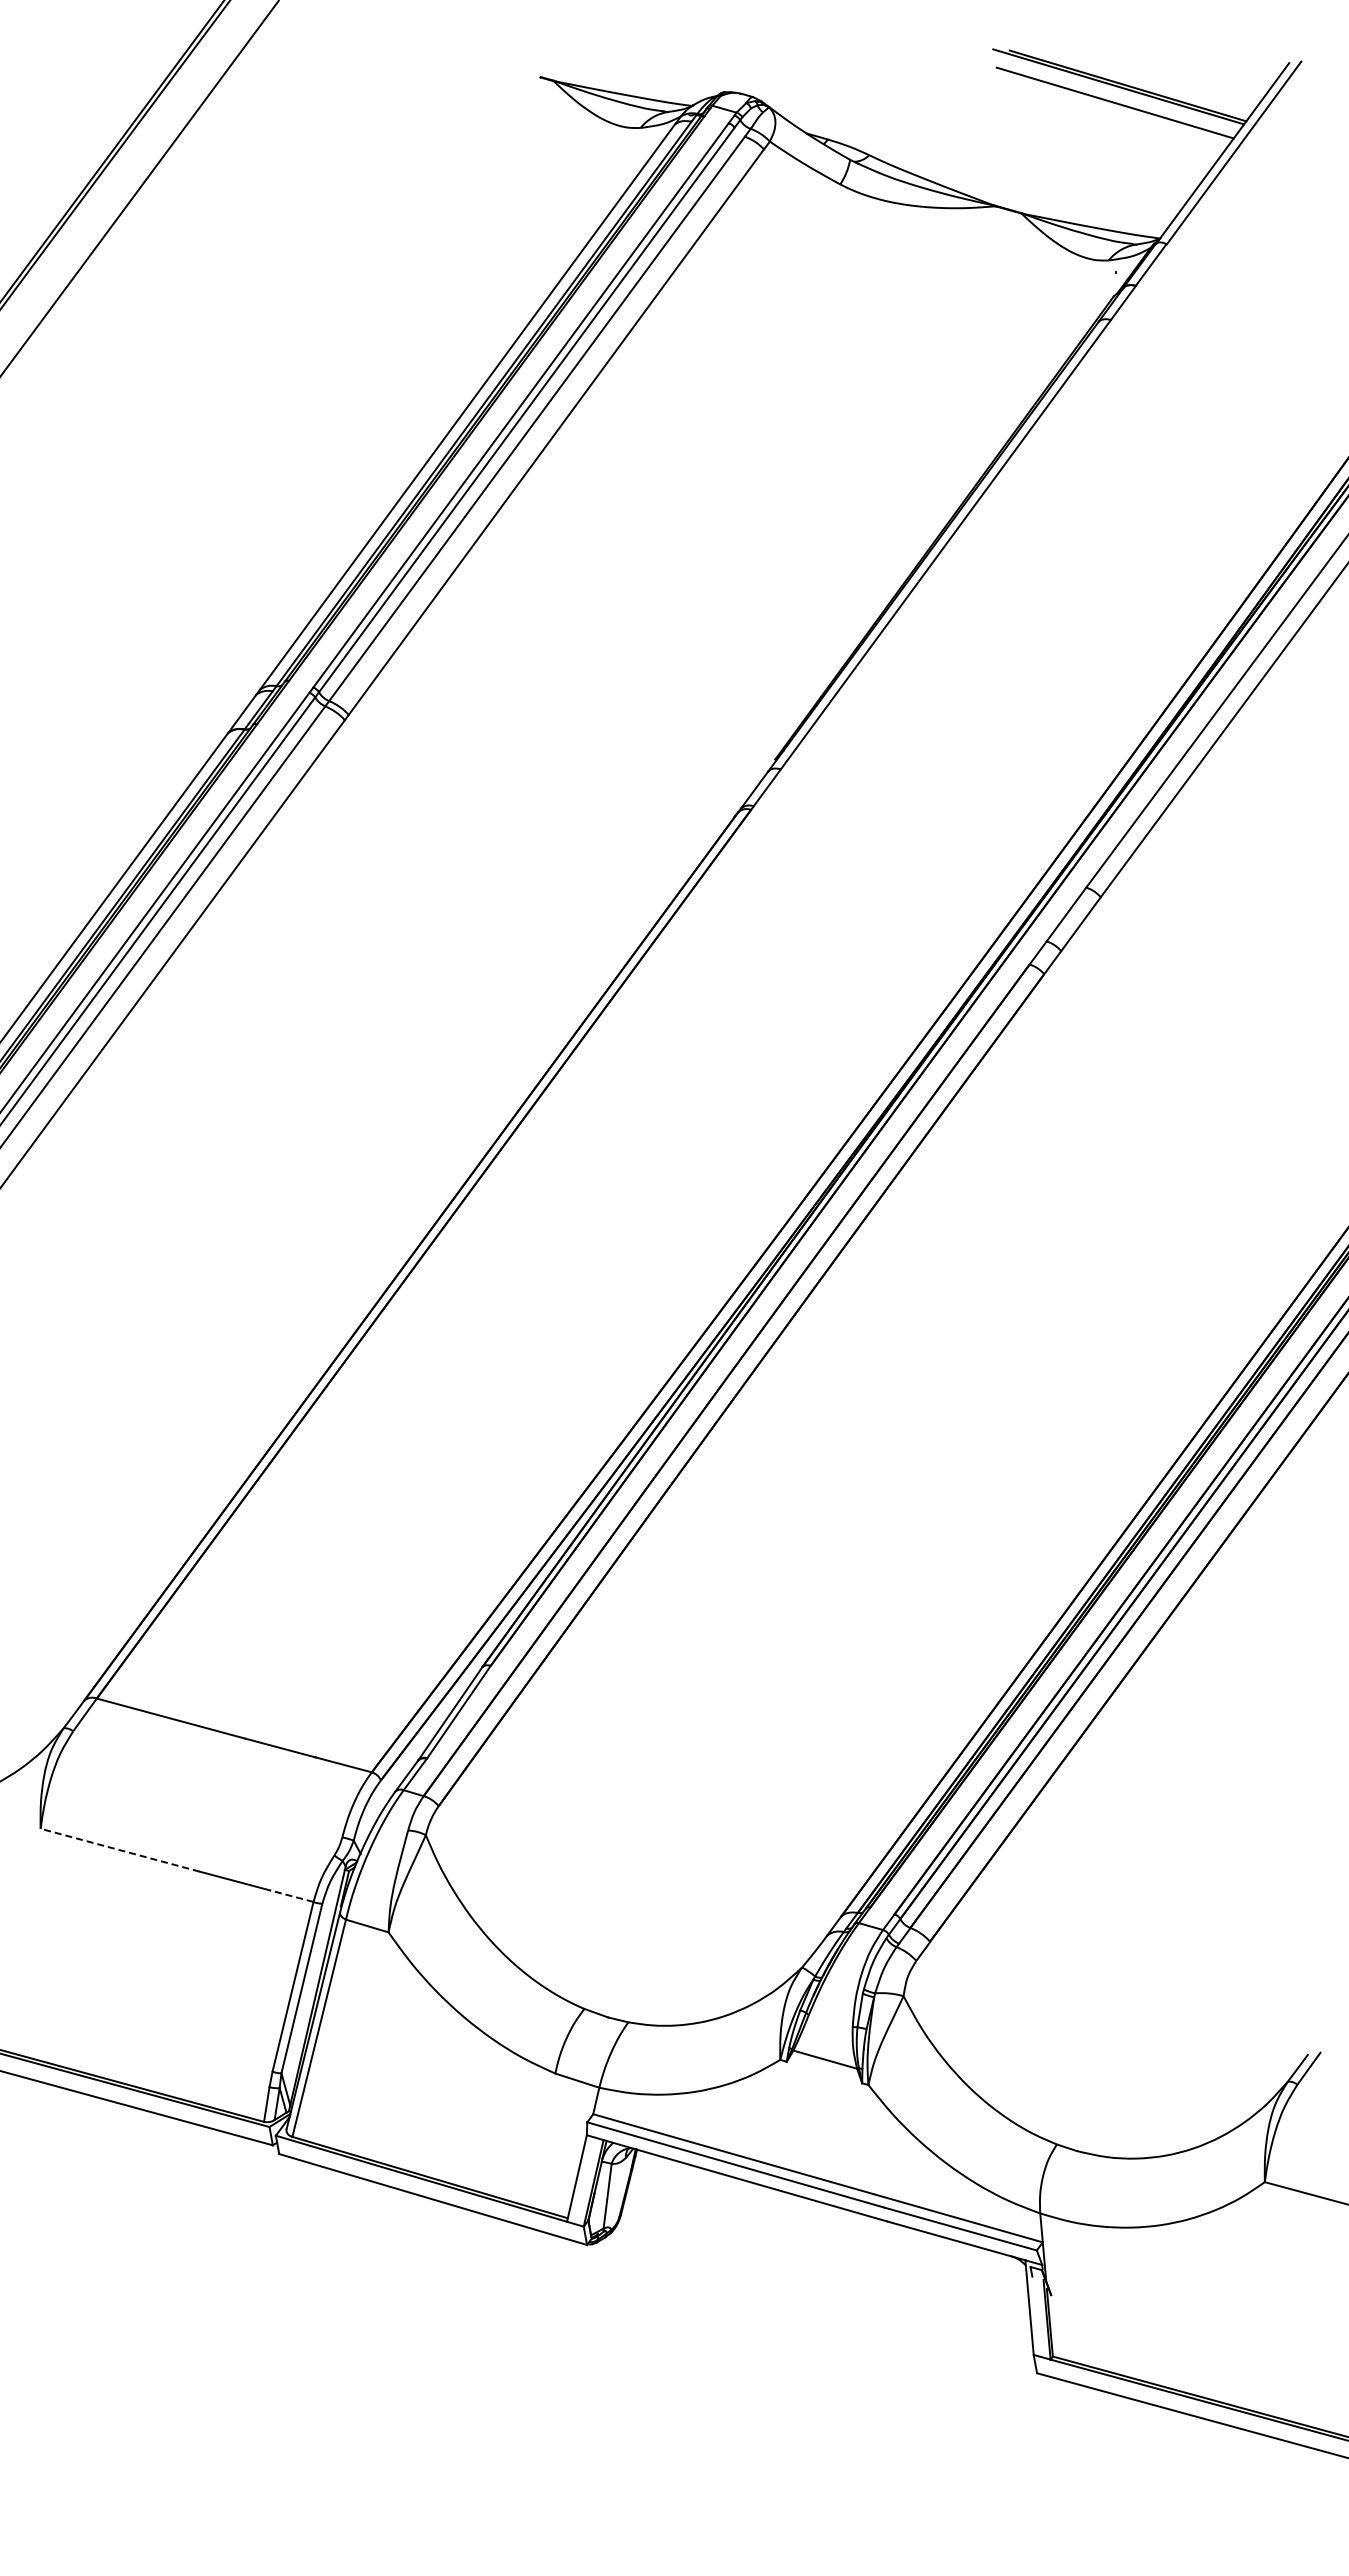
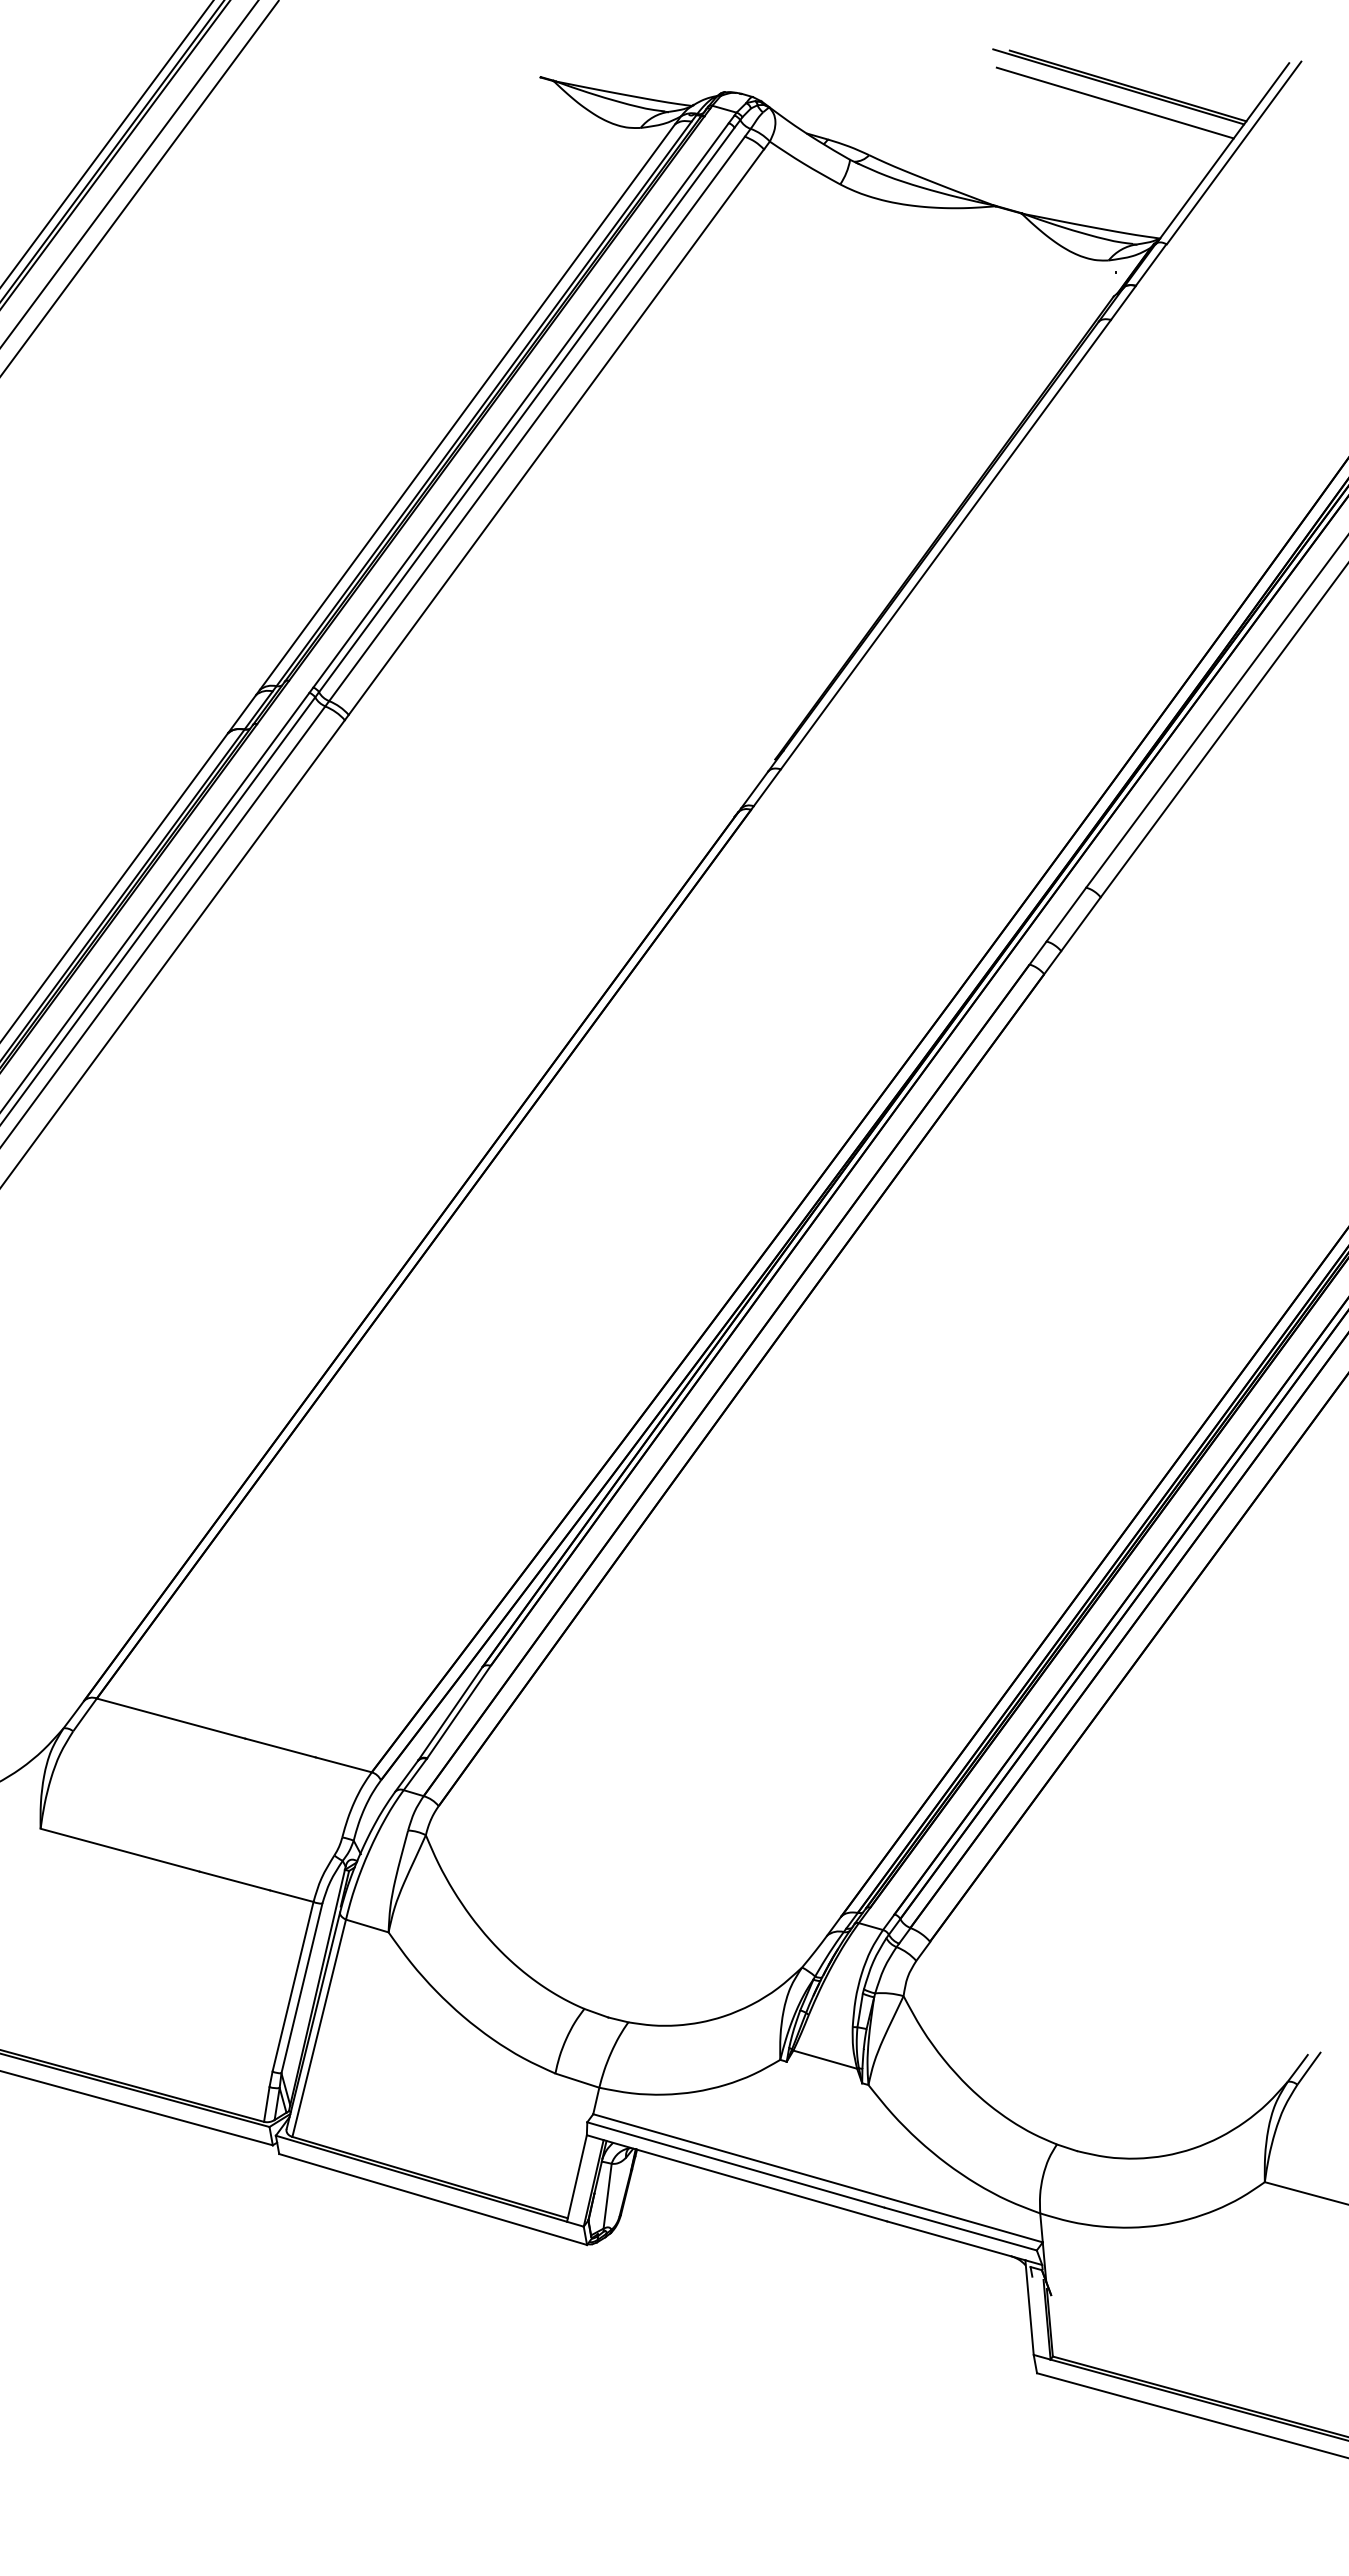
line at (107, 143): none -> present
line at (129, 173): none -> present
line at (119, 1850): dashed -> solid
line at (291, 1896): dashed -> solid
